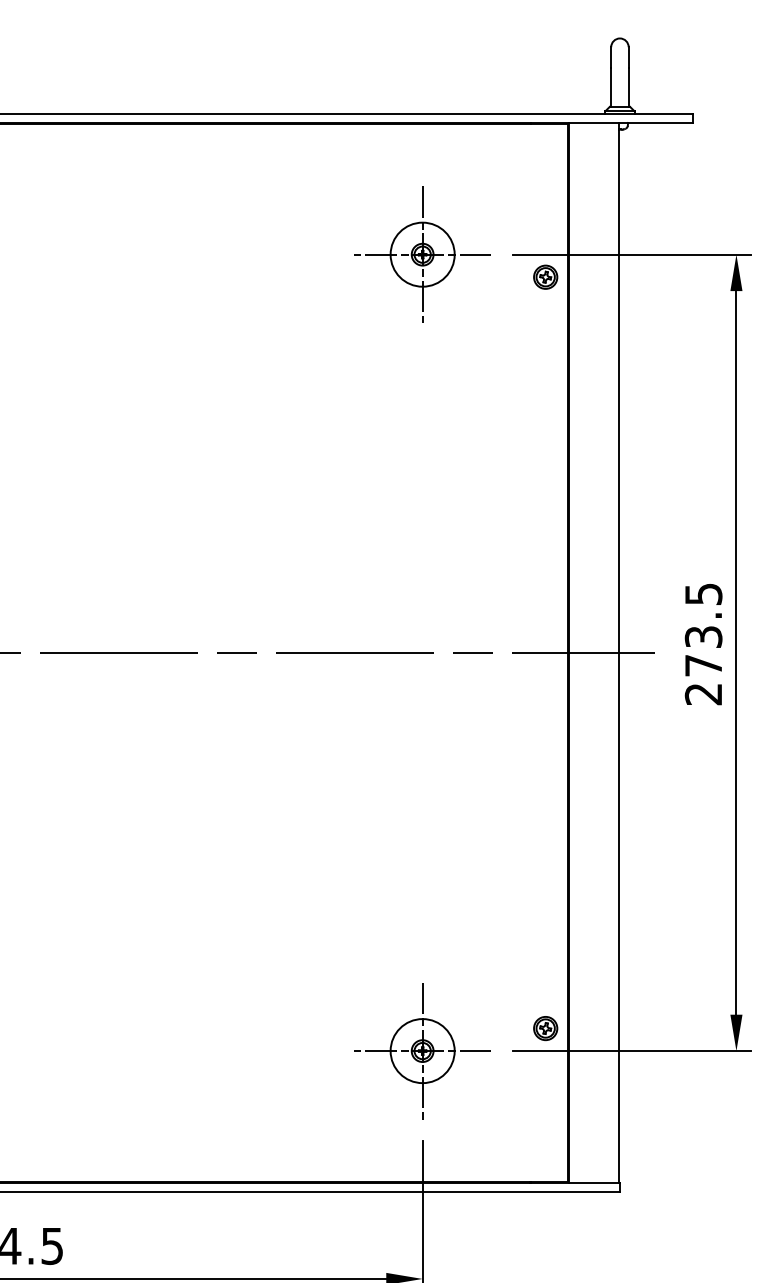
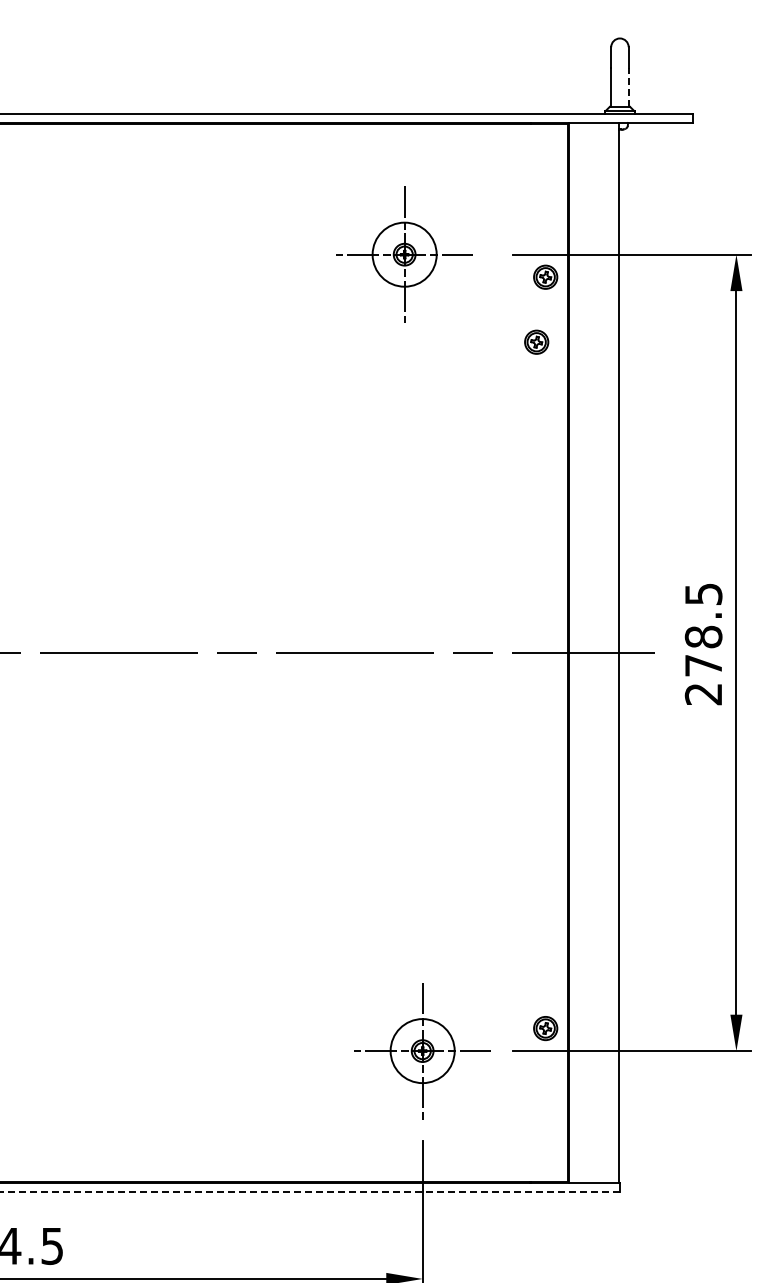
line at (628, 87): solid -> dashed
part at (422, 254) position: (422, 254) -> (404, 254)
part at (536, 341): none -> present
text at (703, 636): 273.5 -> 278.5
line at (310, 1191): solid -> dashed
